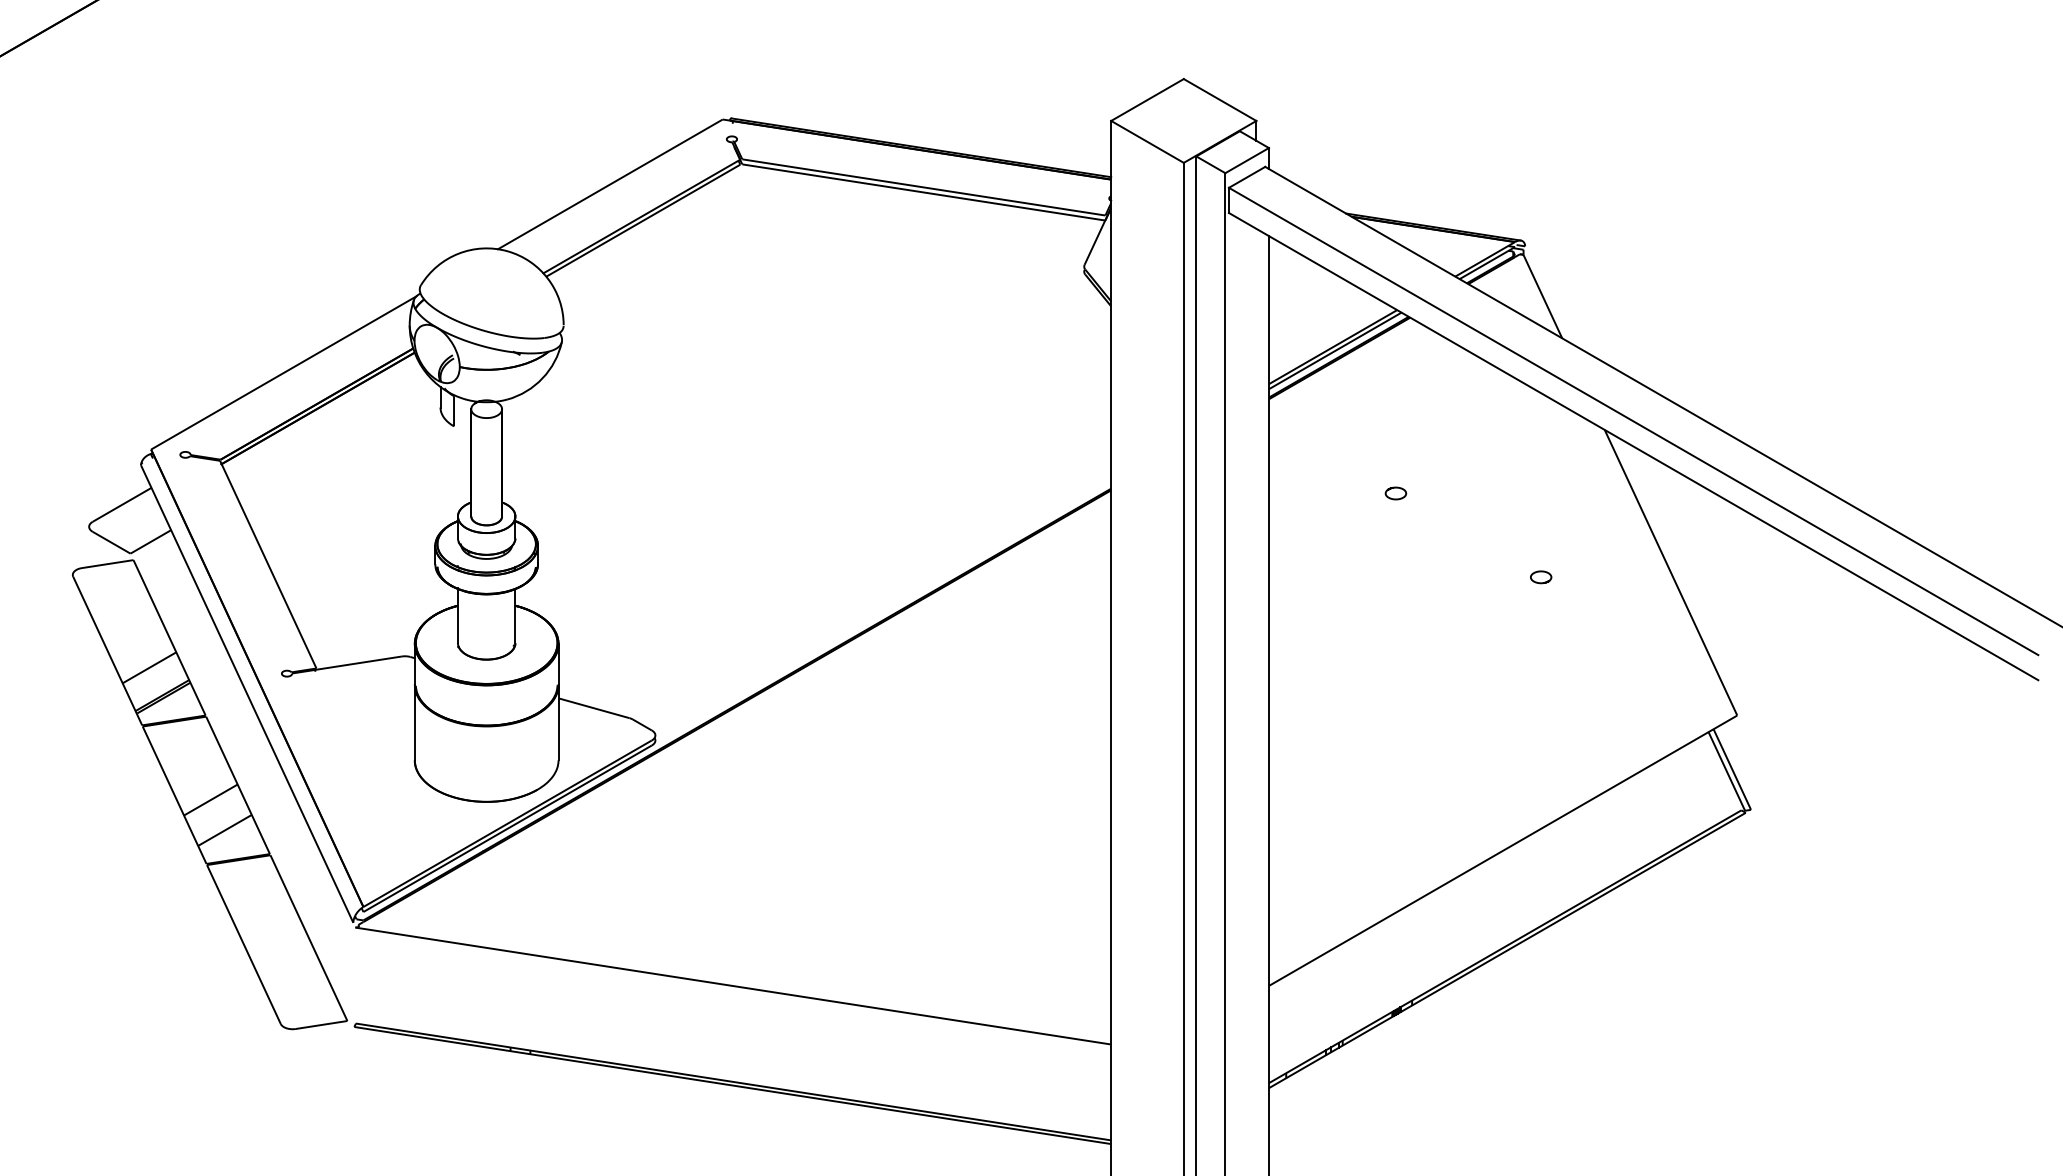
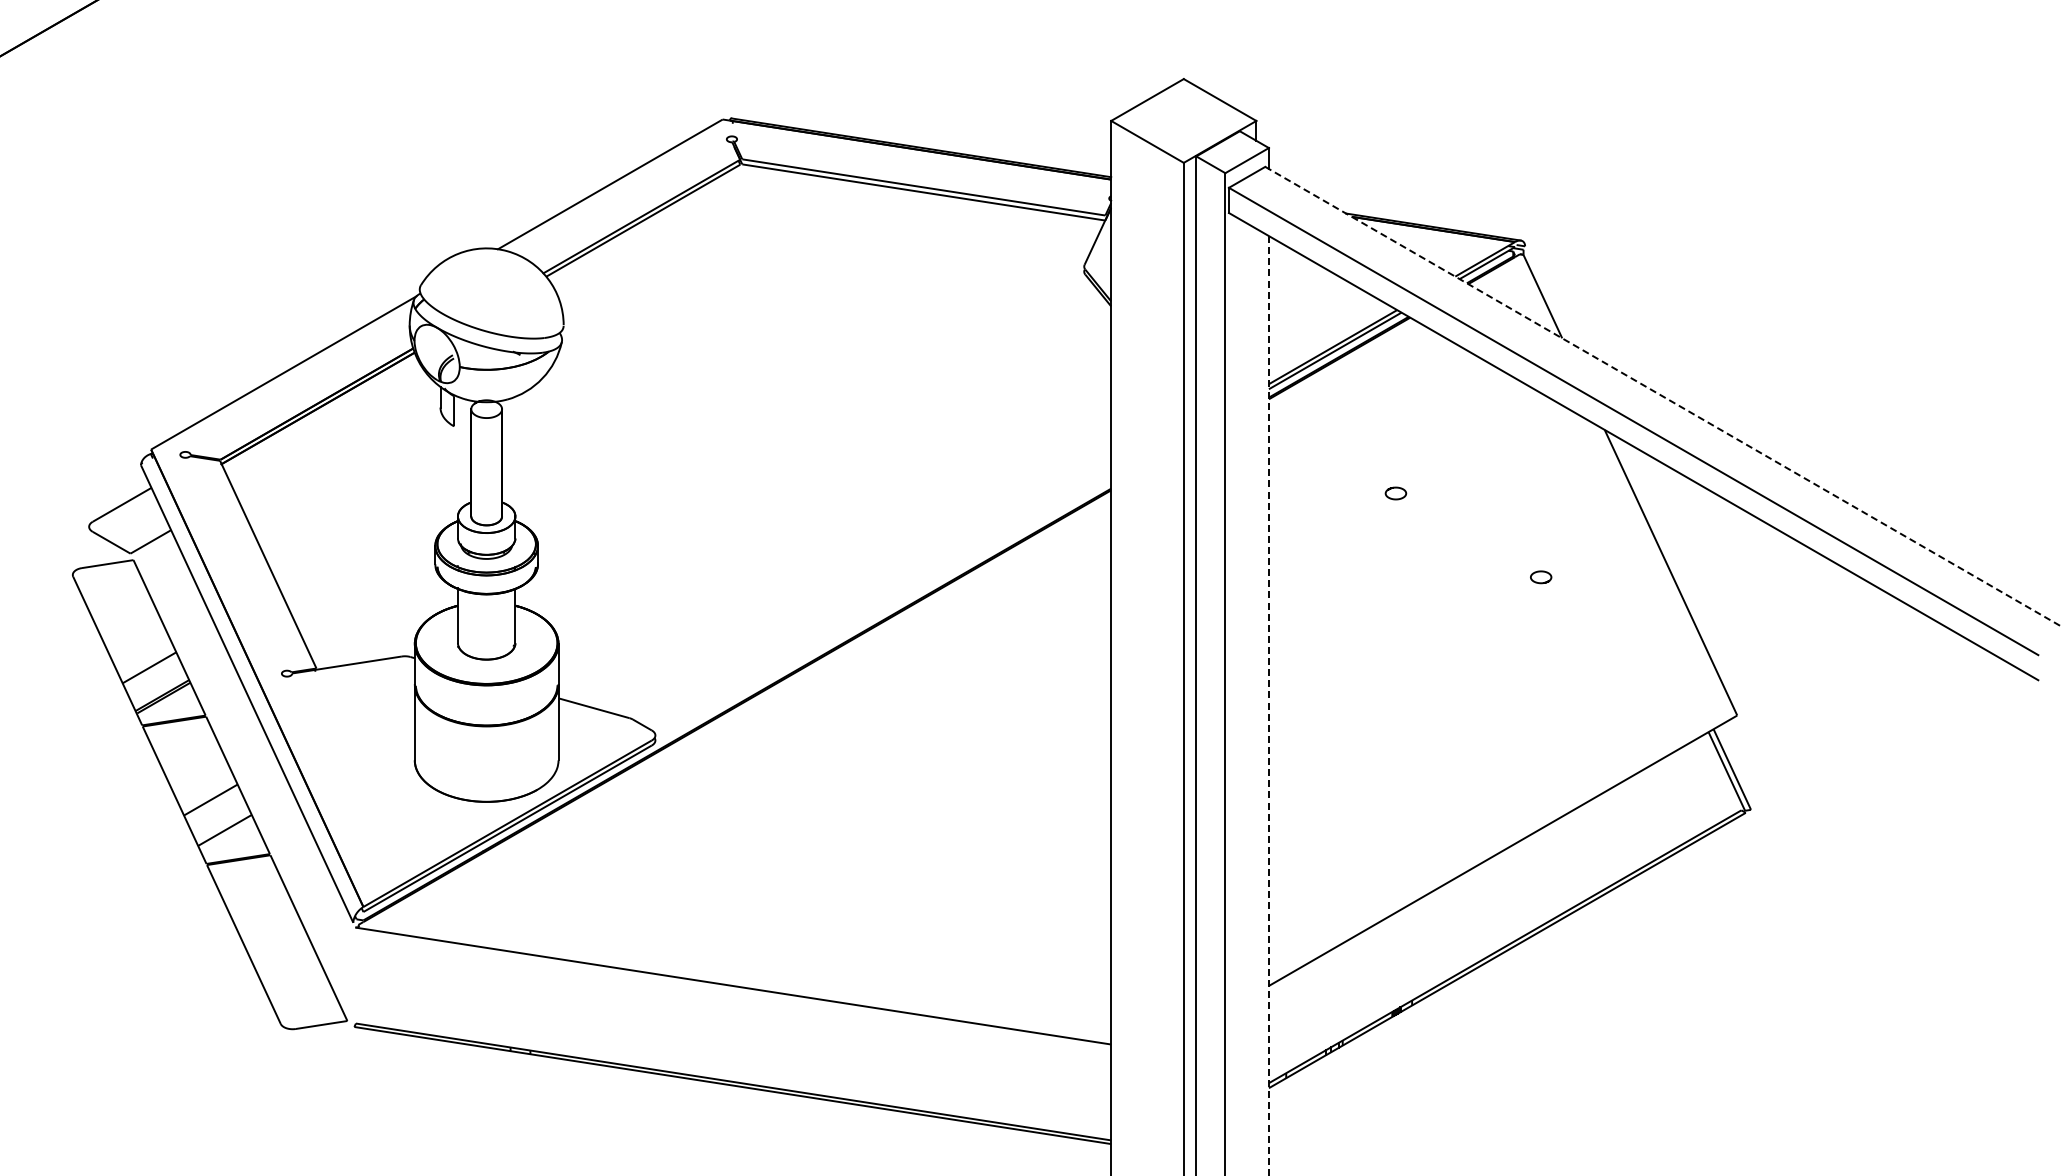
line at (1664, 397): solid -> dashed
line at (1268, 706): solid -> dashed
